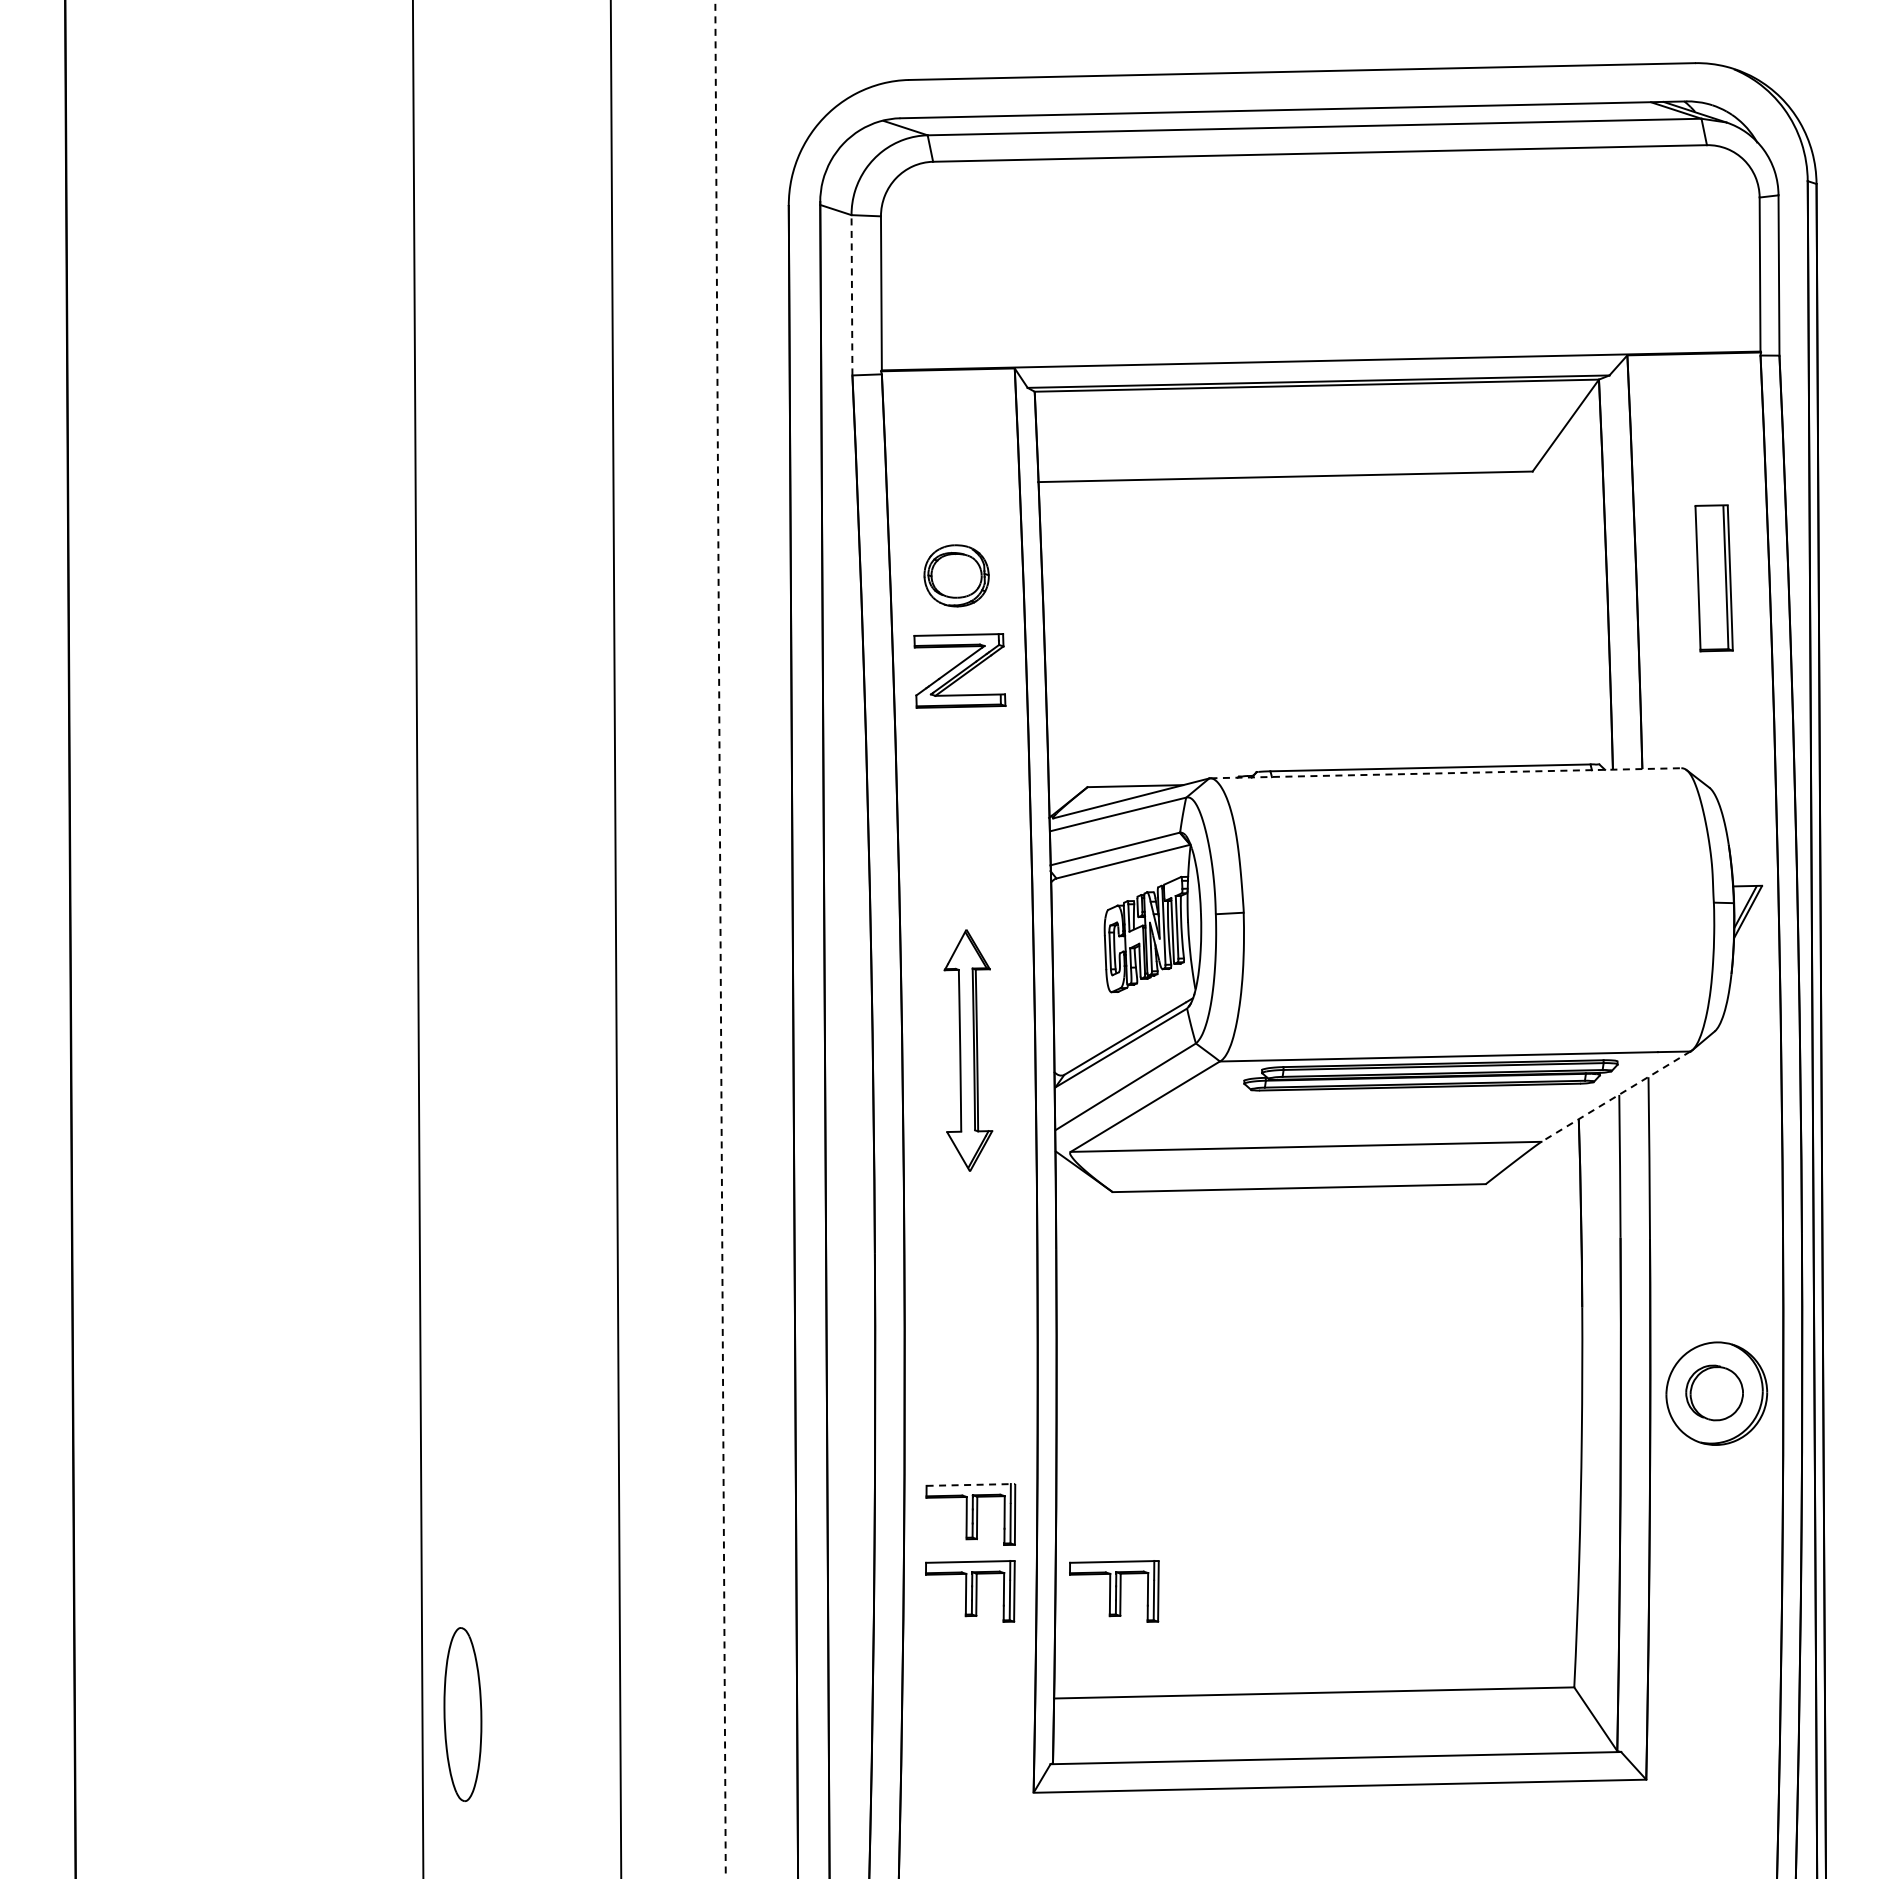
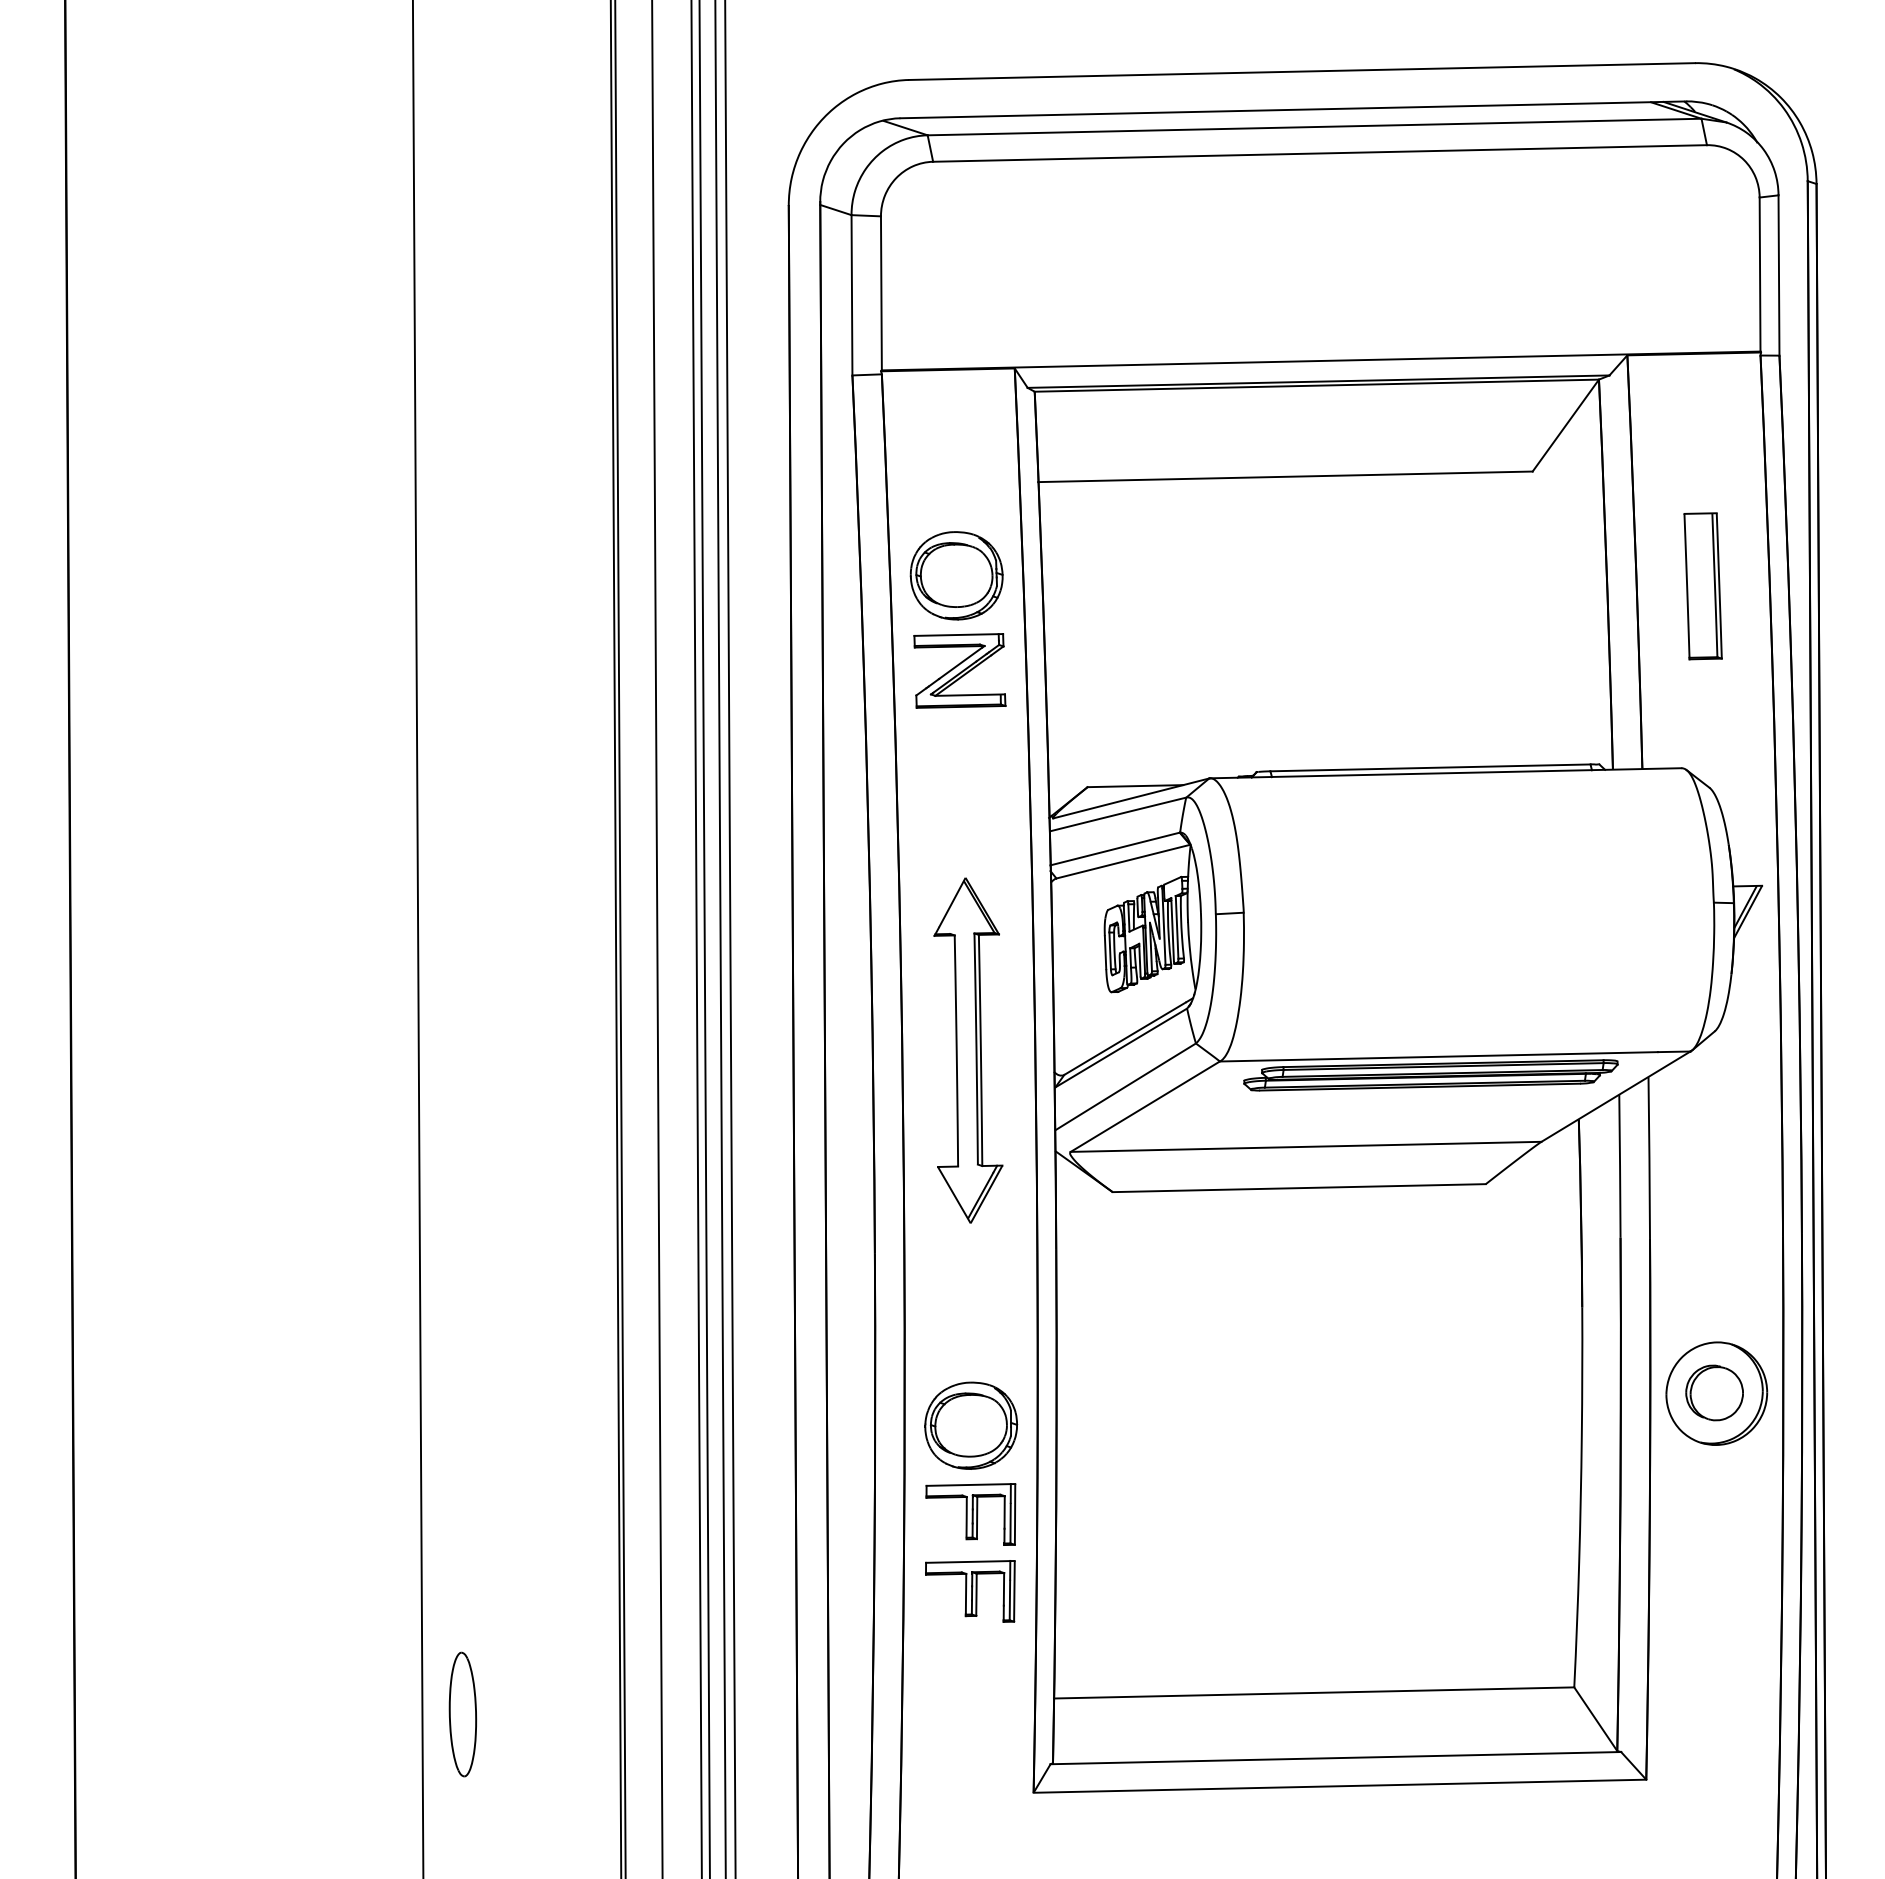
line at (851, 294): dashed -> solid
part at (956, 575) size: 67x64 px -> 95x90 px
part at (1713, 578) position: (1713, 578) -> (1702, 586)
line at (1446, 773): dashed -> solid
line at (620, 938): none -> present
line at (657, 938): none -> present
line at (696, 938): none -> present
line at (704, 938): none -> present
line at (730, 938): none -> present
line at (720, 939): dashed -> solid
part at (968, 1050) size: 51x243 px -> 71x347 px
line at (1615, 1096): dashed -> solid
part at (971, 1425): none -> present
line at (971, 1484): dashed -> solid
part at (1114, 1591): present -> none
part at (462, 1714) size: 40x175 px -> 30x127 px
